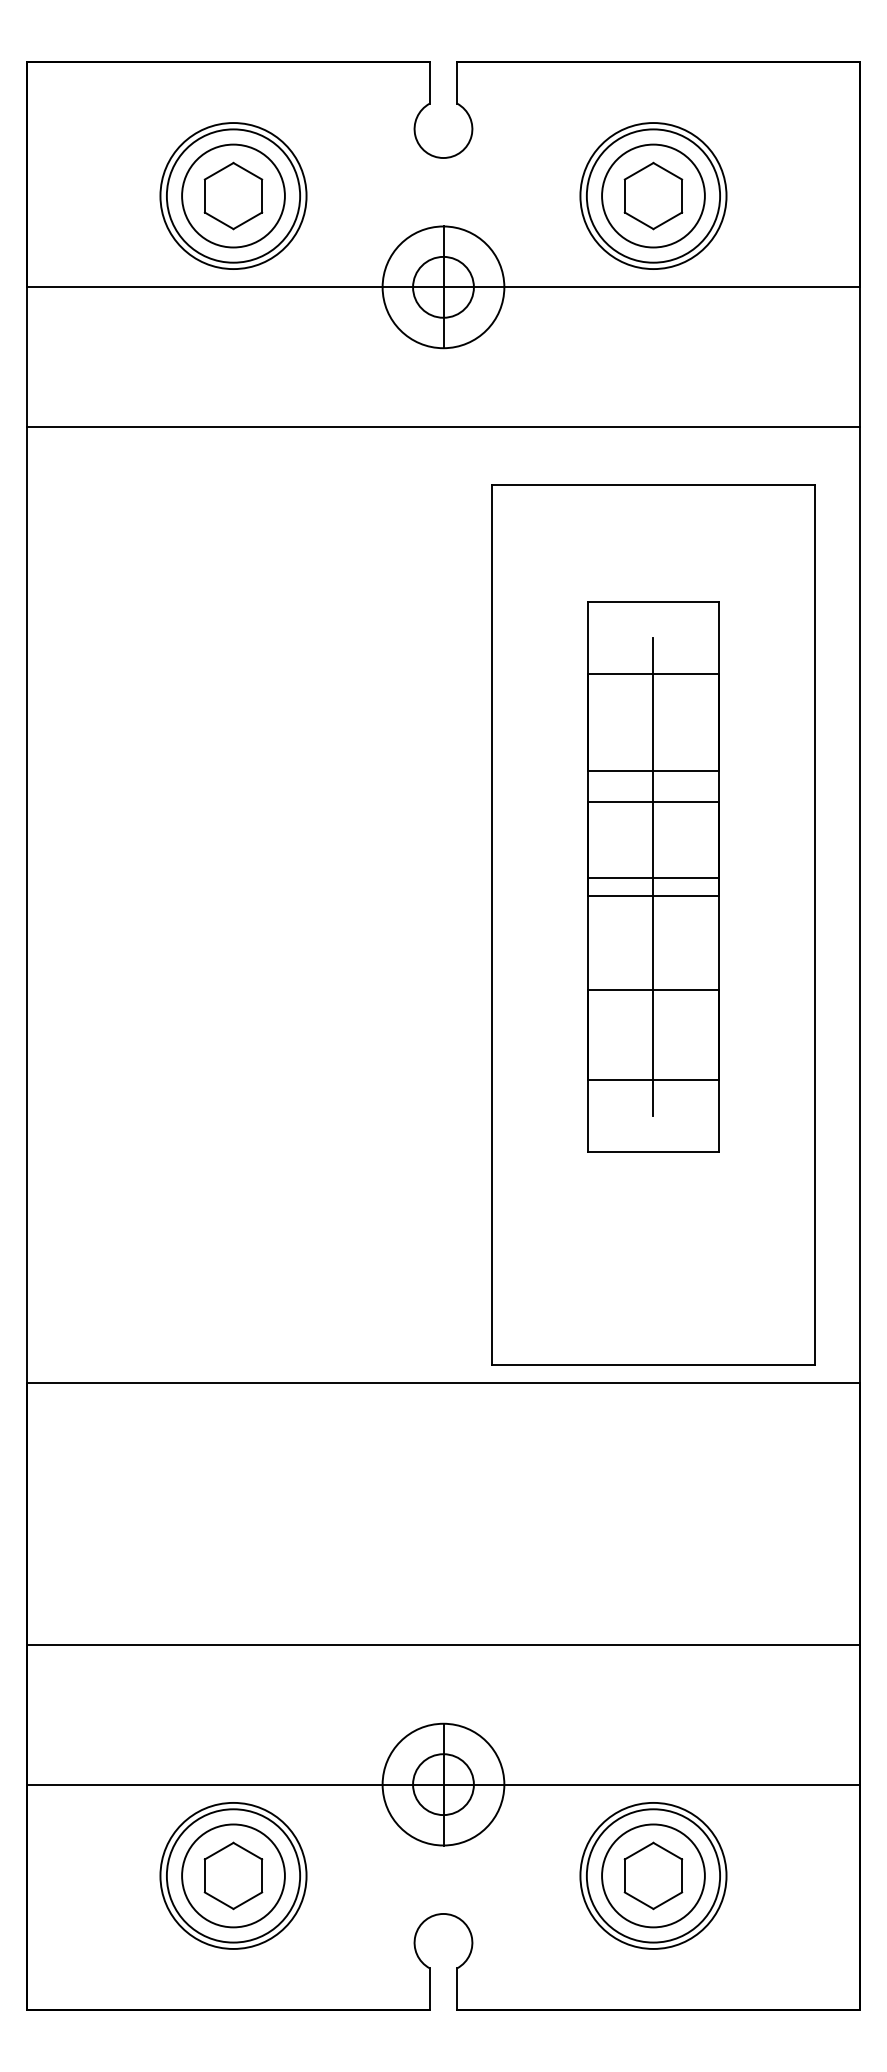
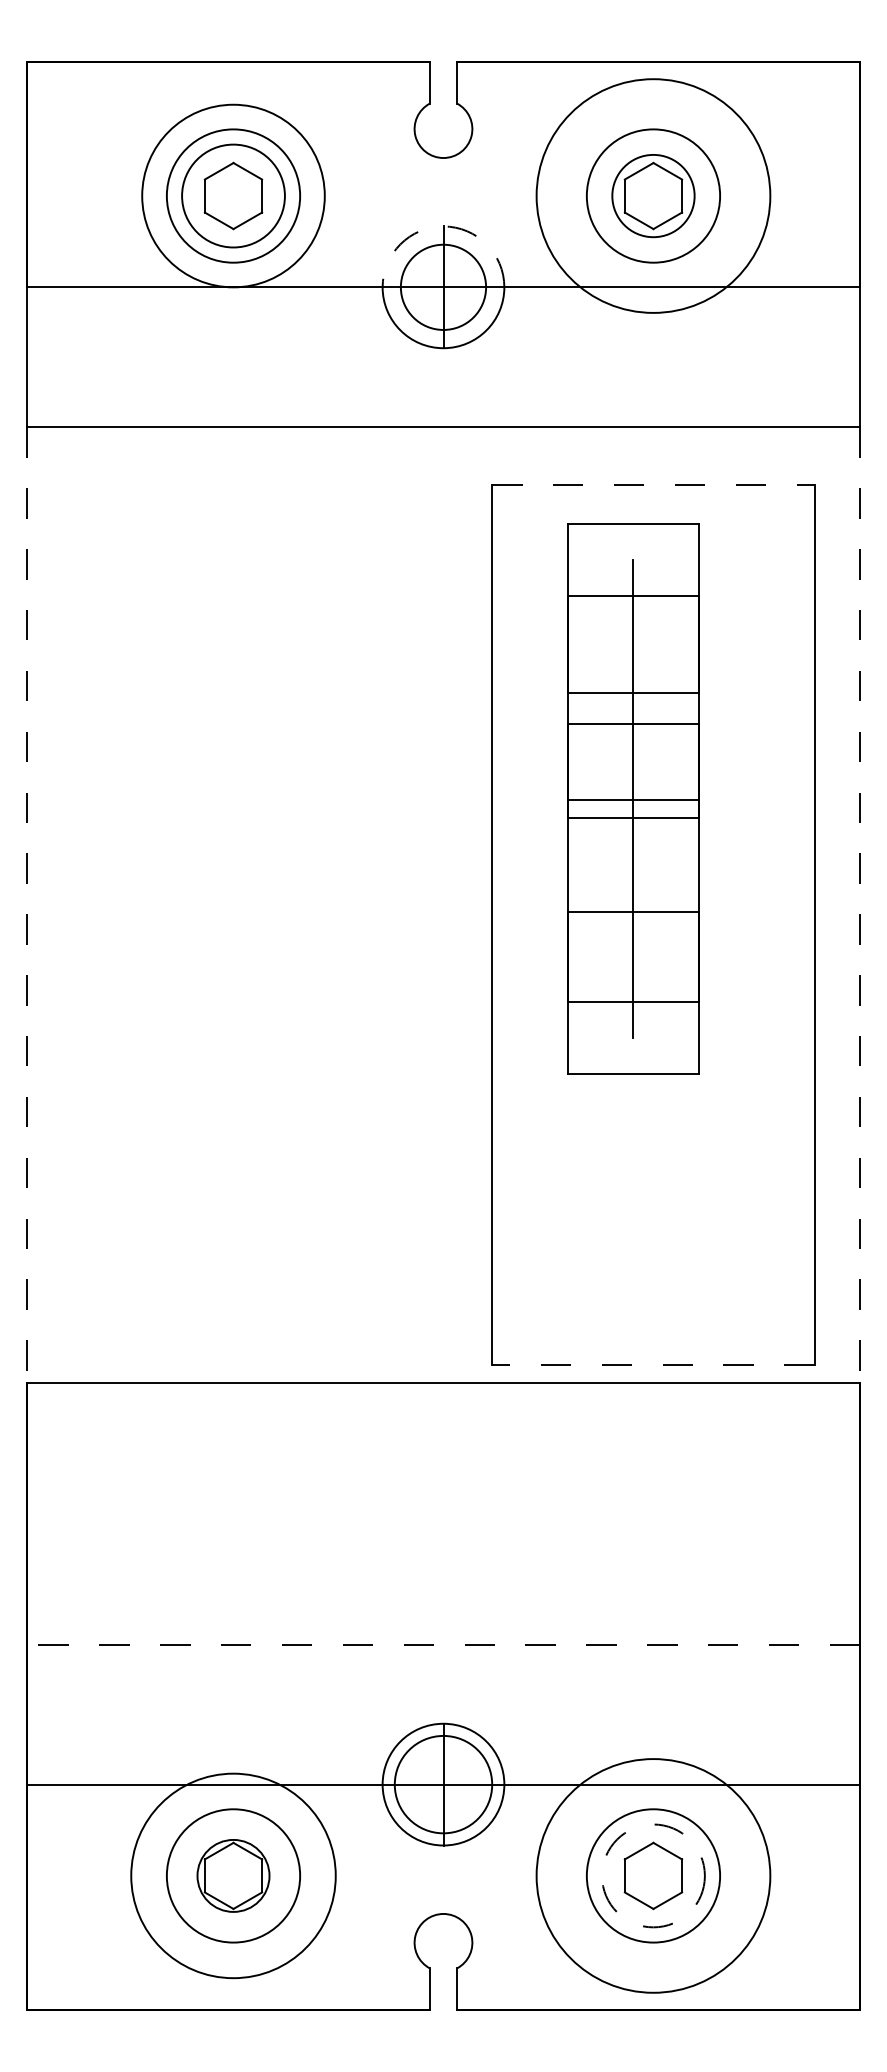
circle at (653, 195) diameter: 103 px -> 82 px
circle at (233, 196) diameter: 146 px -> 183 px
circle at (653, 196) diameter: 146 px -> 234 px
arc at (443, 226): solid -> dashed
circle at (443, 286) diameter: 61 px -> 85 px
line at (653, 485): solid -> dashed
part at (653, 876) position: (653, 876) -> (633, 798)
line at (26, 905): solid -> dashed
line at (860, 905): solid -> dashed
line at (652, 1364): solid -> dashed
line at (443, 1644): solid -> dashed
circle at (443, 1784) diameter: 61 px -> 97 px
circle at (233, 1875) diameter: 103 px -> 72 px
circle at (233, 1875) diameter: 146 px -> 205 px
circle at (653, 1875) diameter: 146 px -> 234 px
circle at (653, 1875): solid -> dashed
